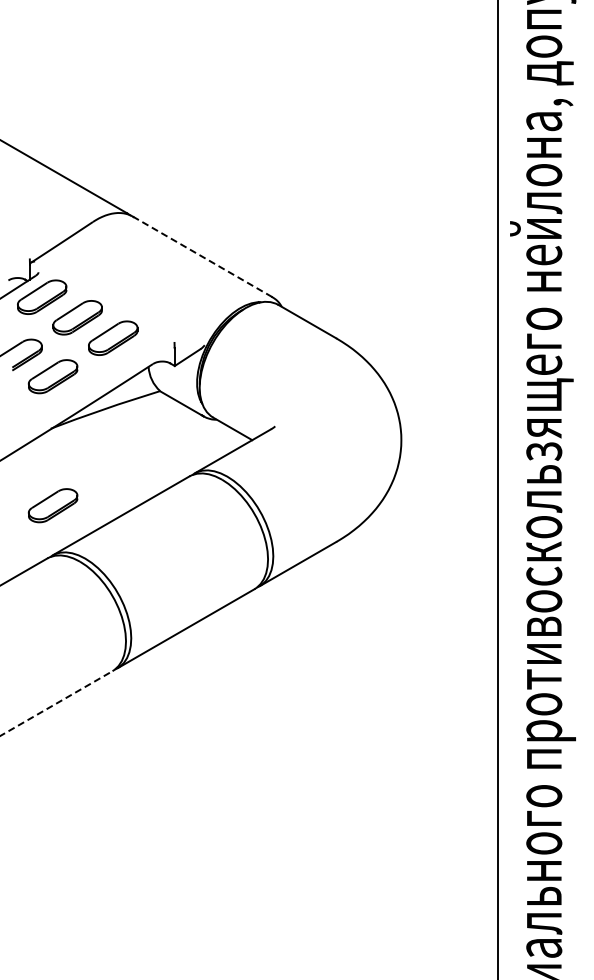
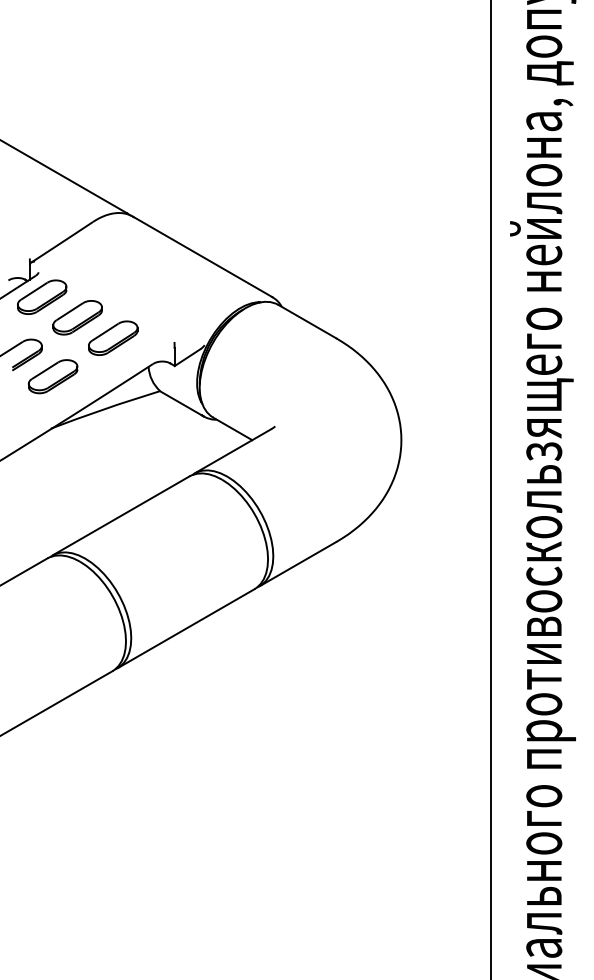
line at (202, 256): dashed -> solid
line at (497, 489) position: (497, 489) -> (490, 489)
part at (52, 505): present -> none
line at (56, 703): dashed -> solid
